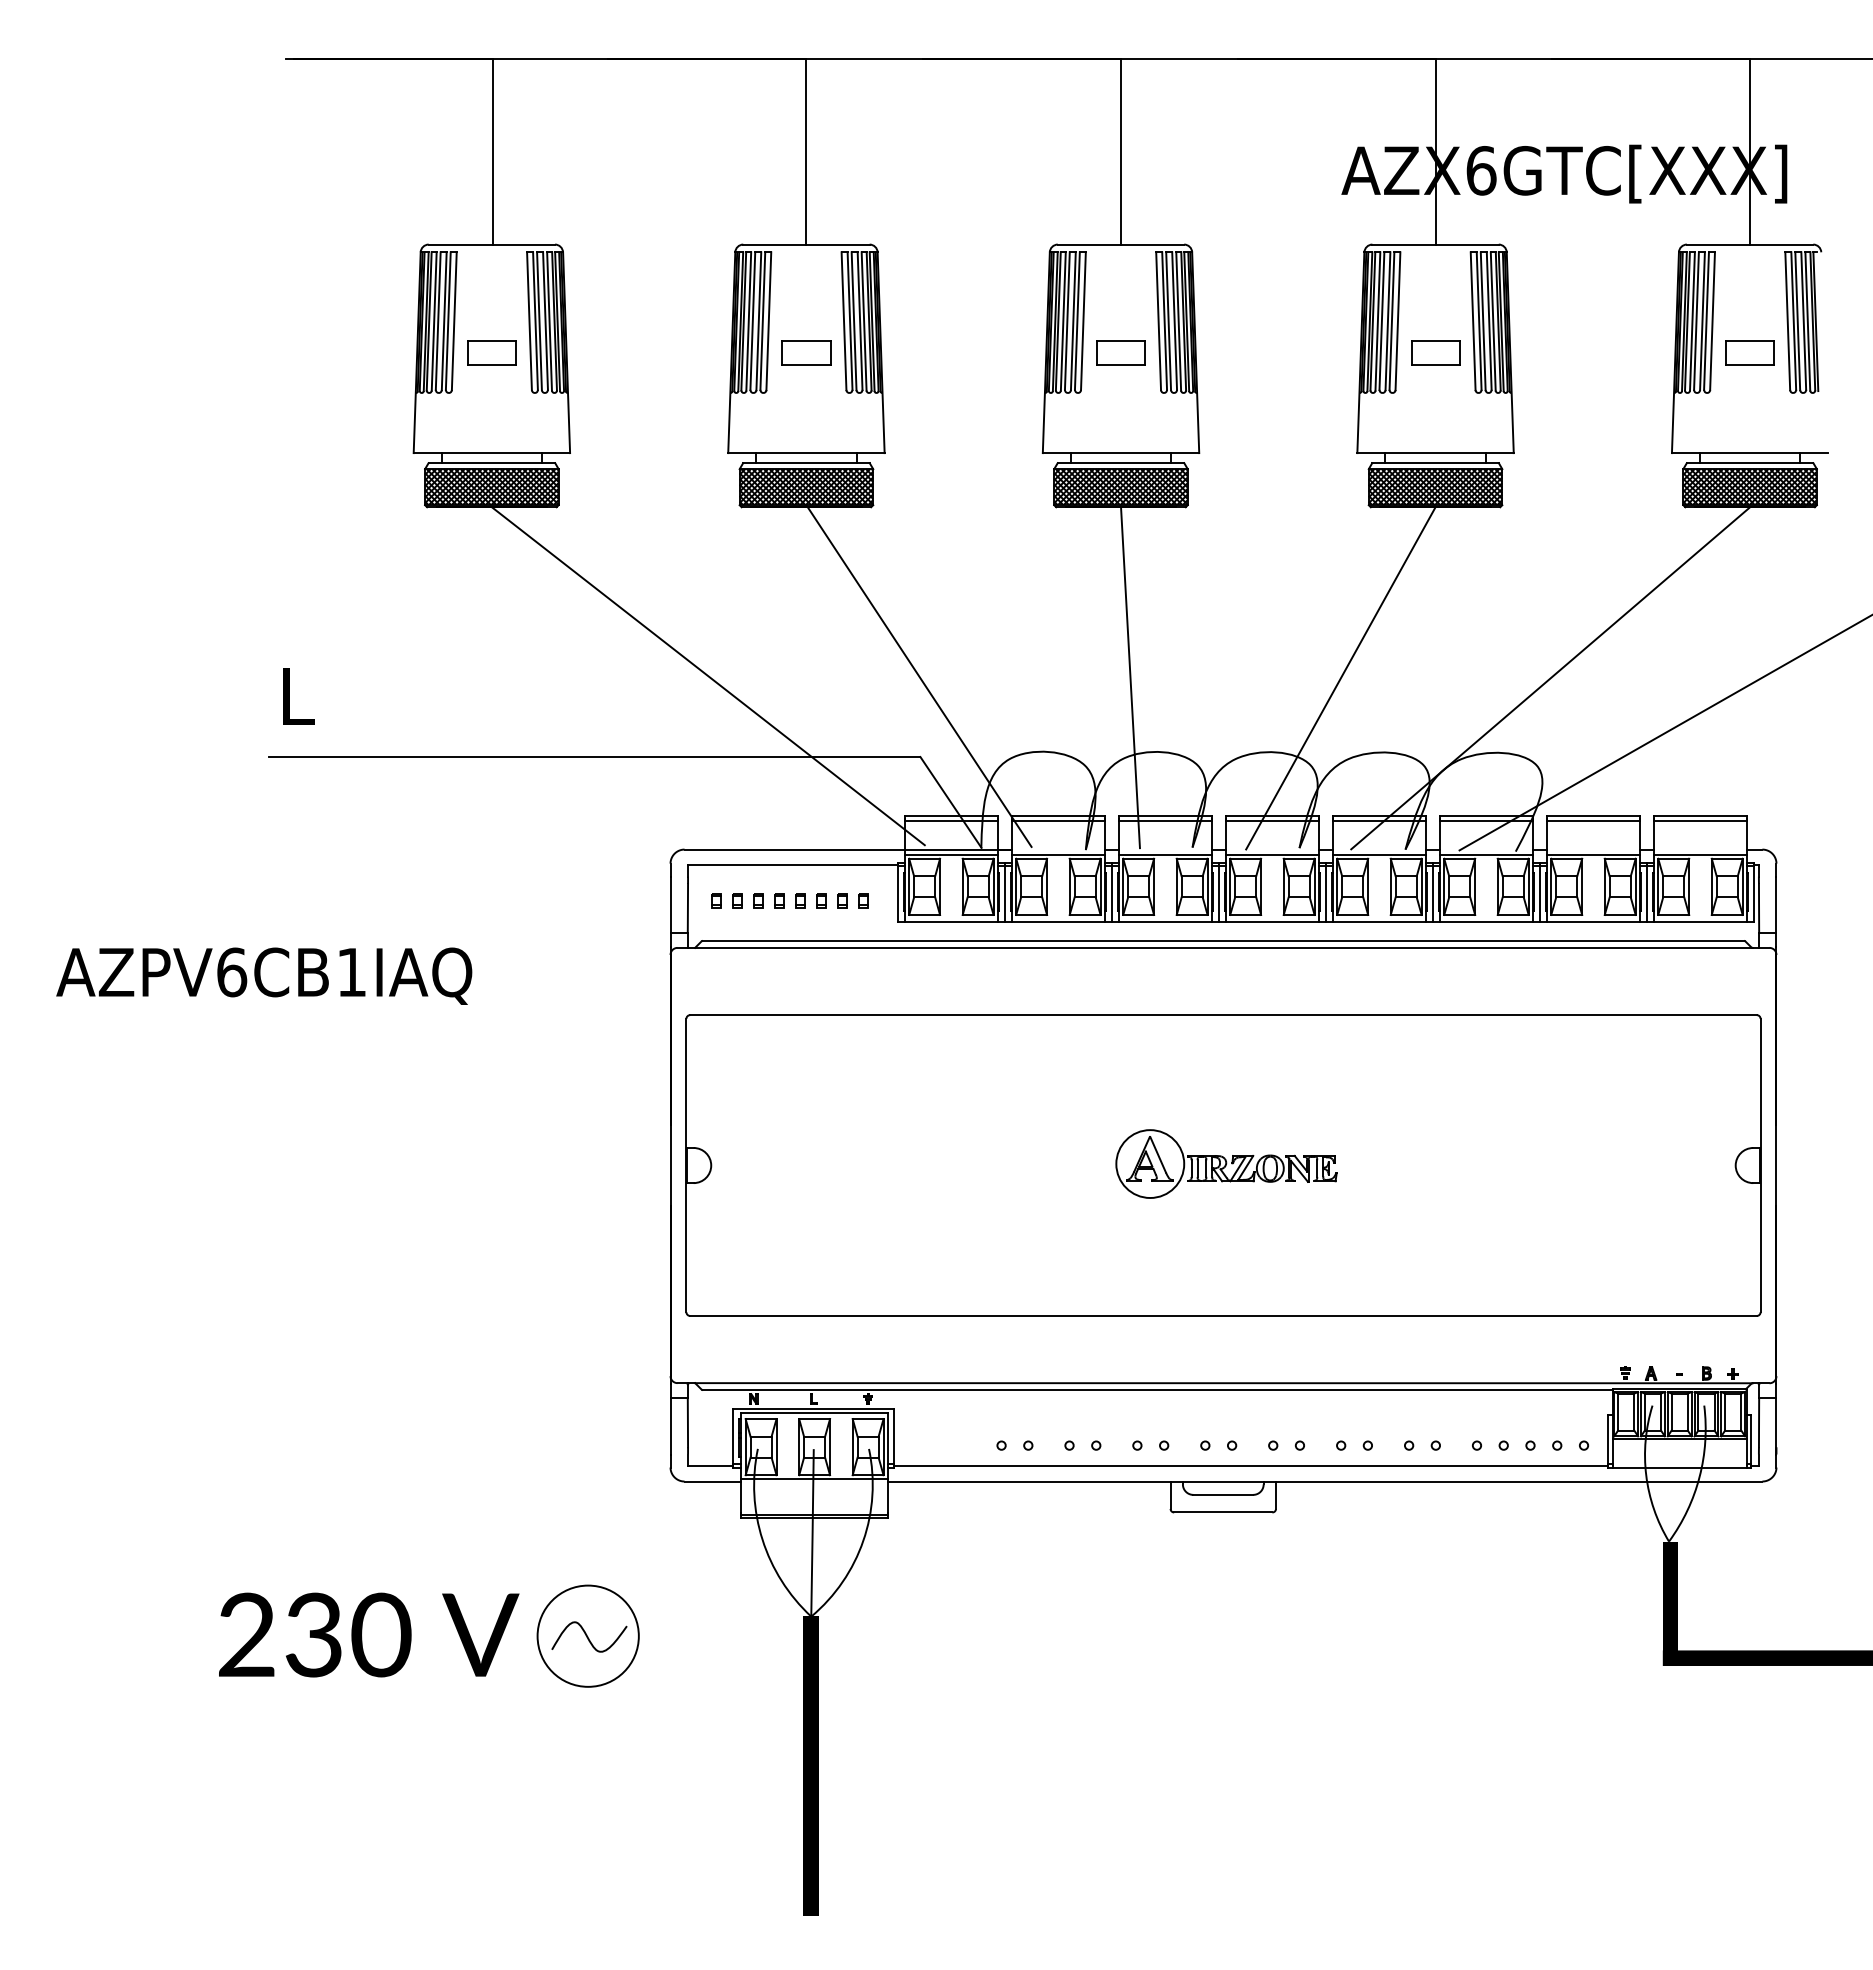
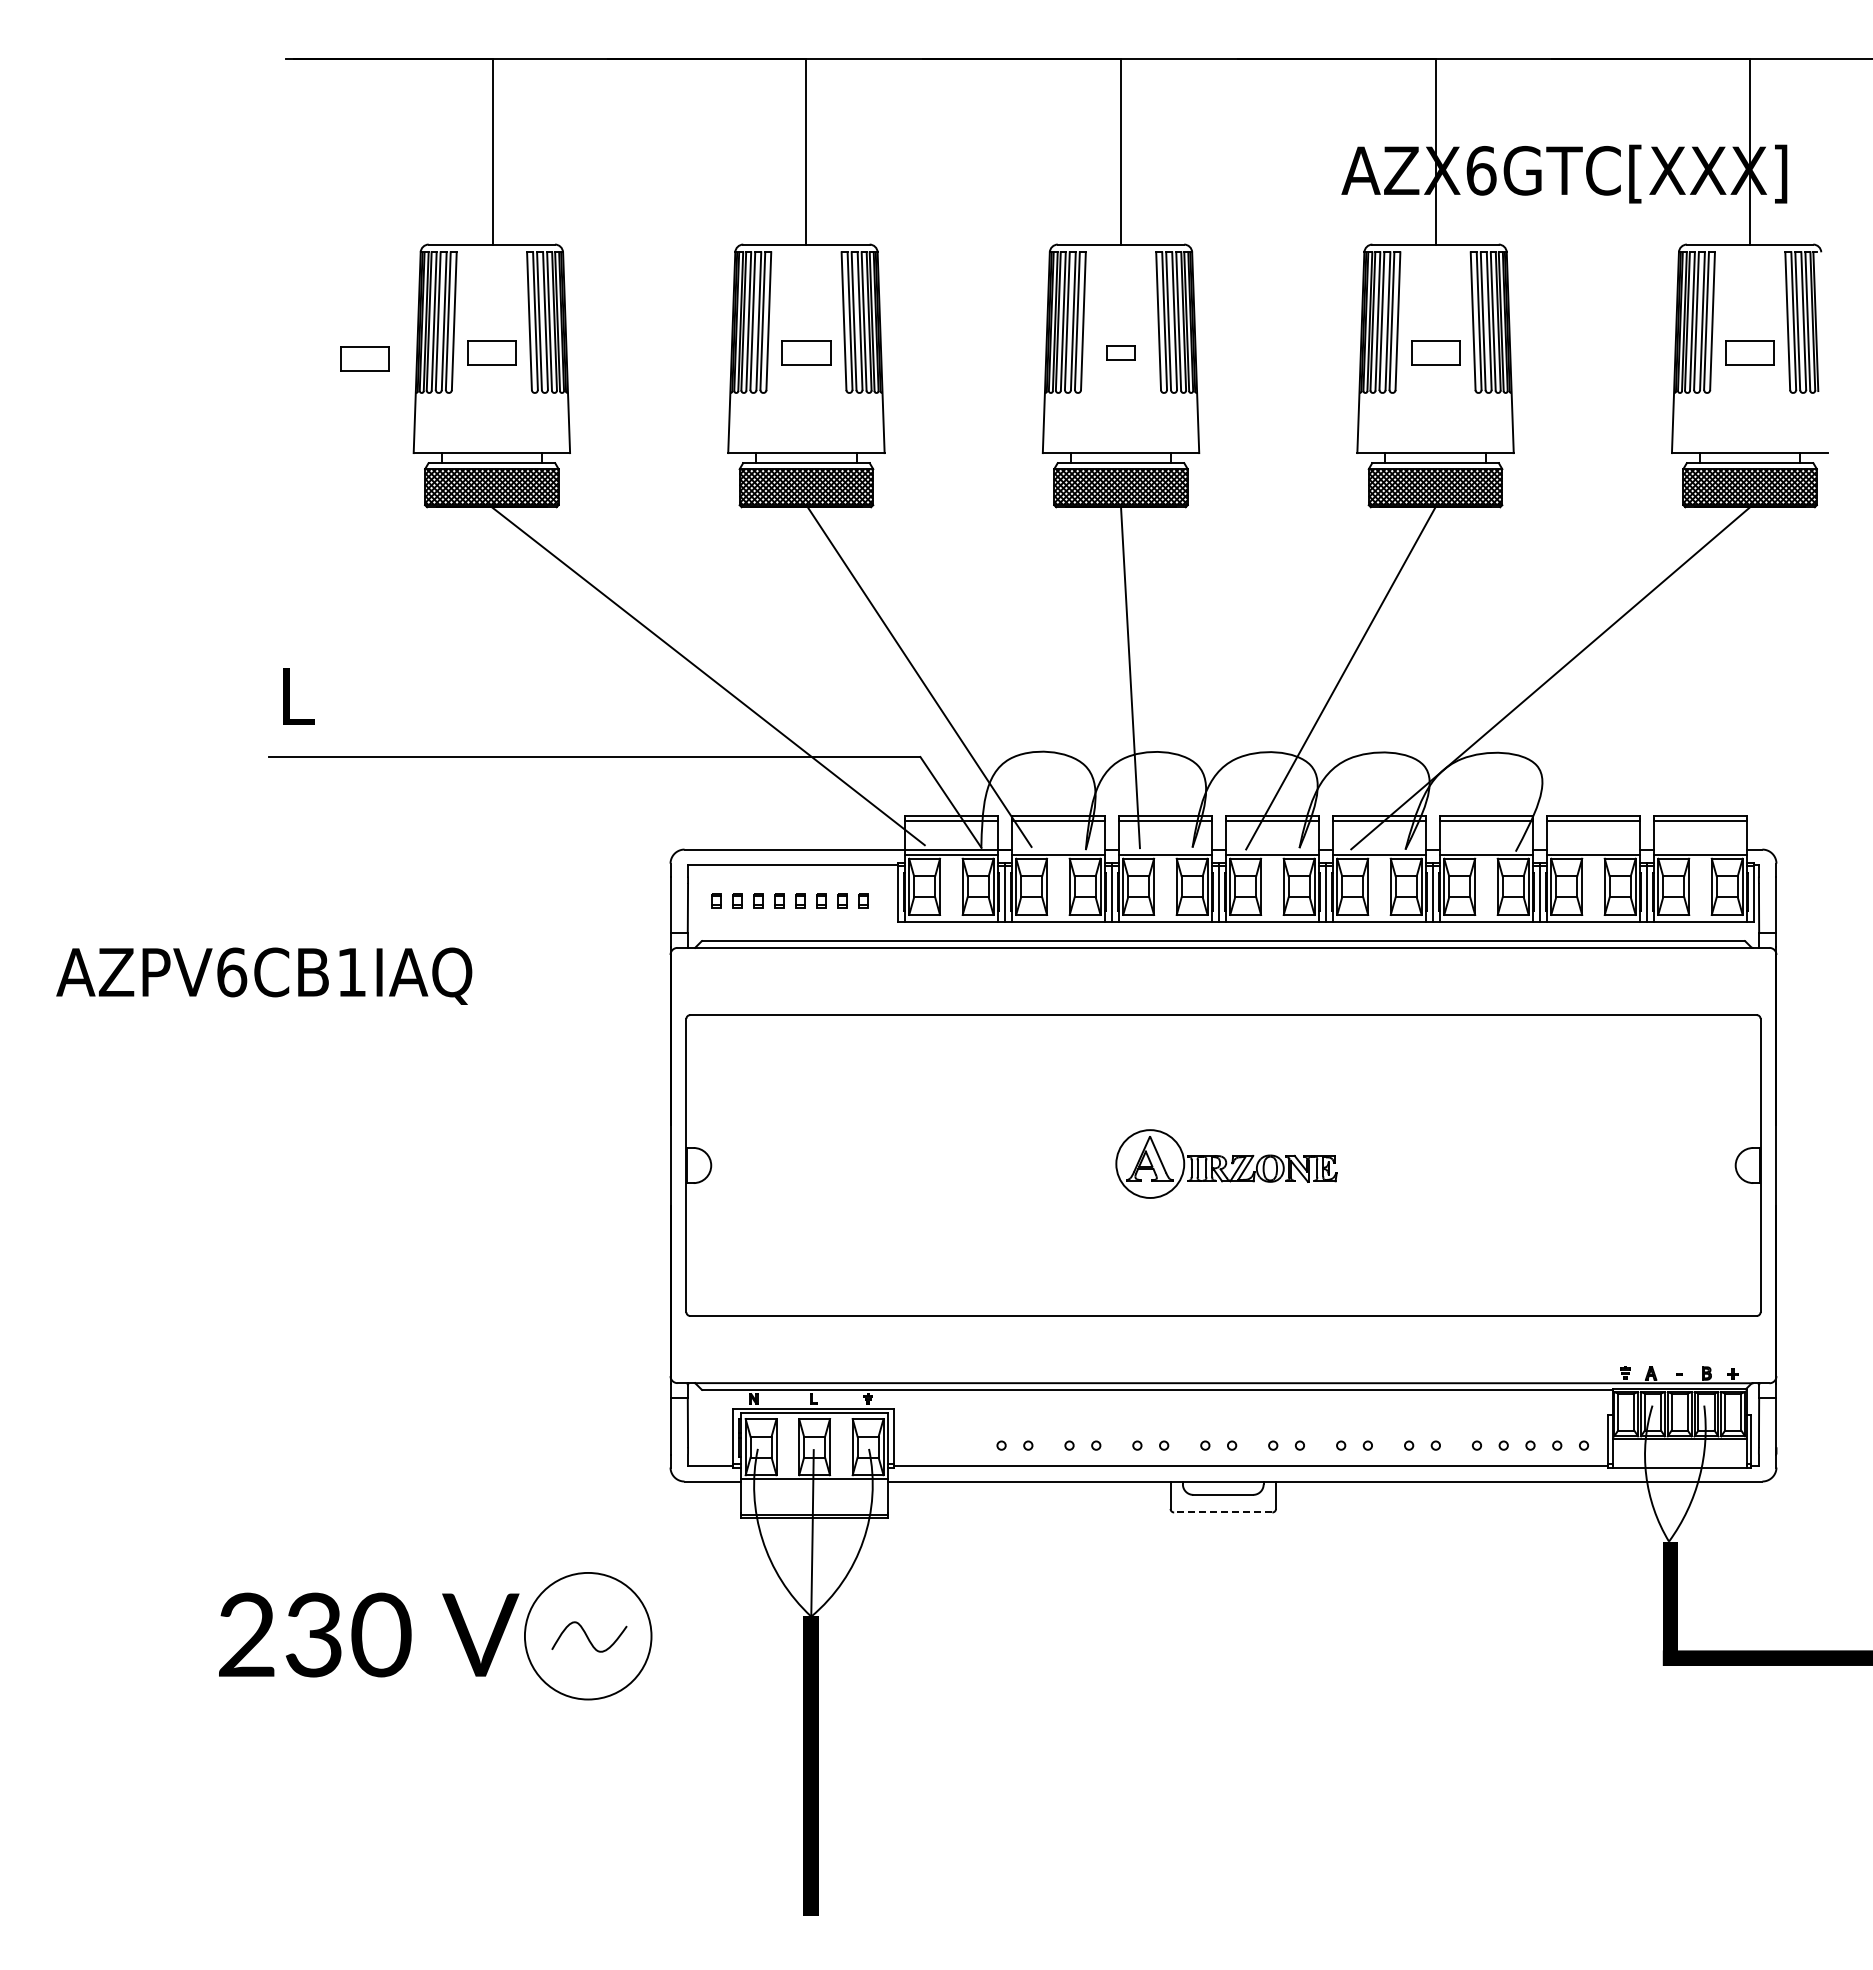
part at (1120, 352) size: 50x26 px -> 30x16 px
part at (364, 358): none -> present
line at (1664, 733): present -> none
line at (1222, 1512): solid -> dashed
circle at (587, 1635) diameter: 101 px -> 127 px
